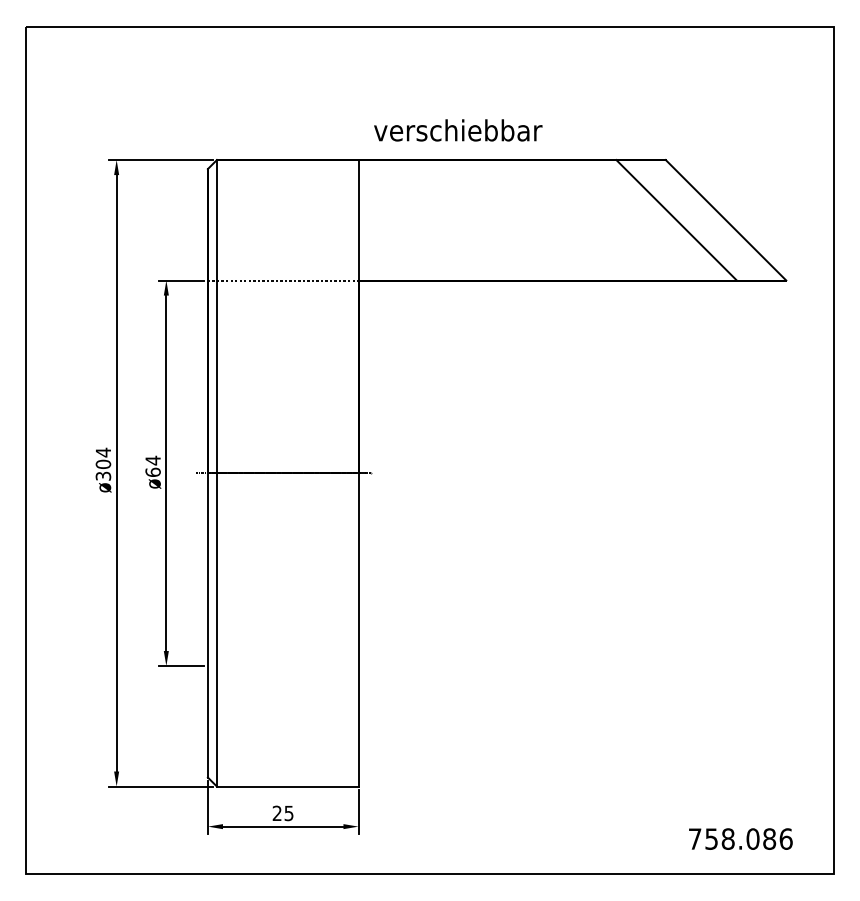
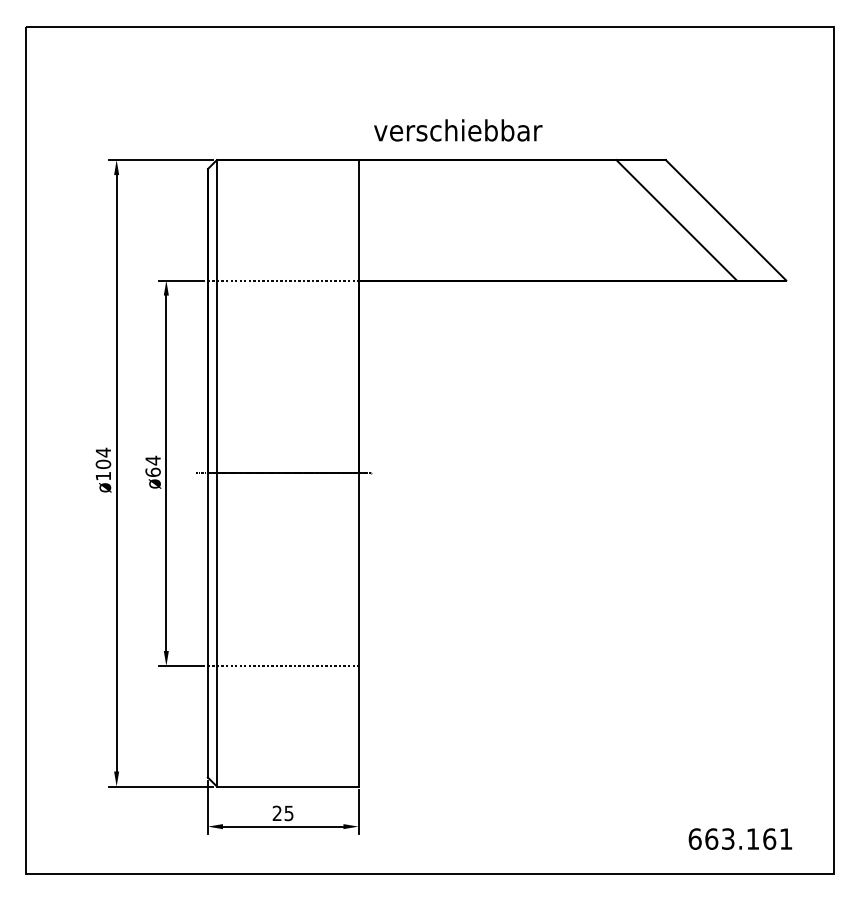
text at (103, 475): ø304 -> ø104
line at (282, 666): none -> present
text at (740, 838): 758.086 -> 663.161
